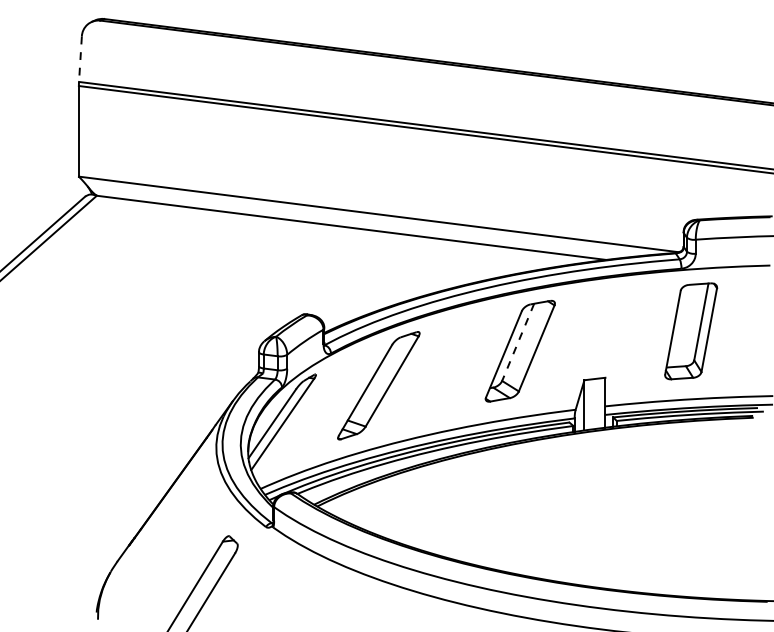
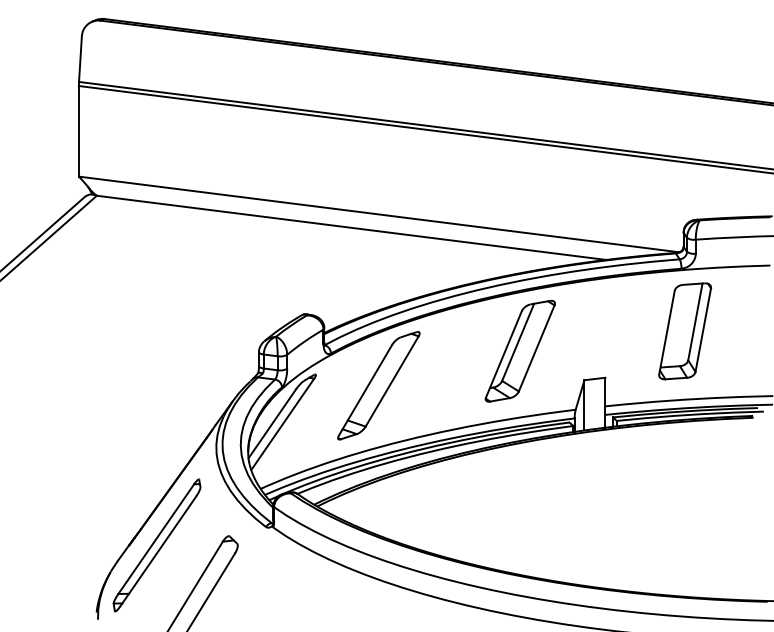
line at (80, 59): dashed -> solid
part at (691, 331) position: (691, 331) -> (685, 331)
line at (518, 342): dashed -> solid
part at (156, 545): none -> present
